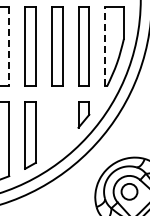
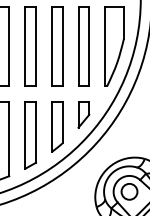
line at (105, 46): dashed -> solid
line at (9, 47): dashed -> solid
part at (57, 126): none -> present
